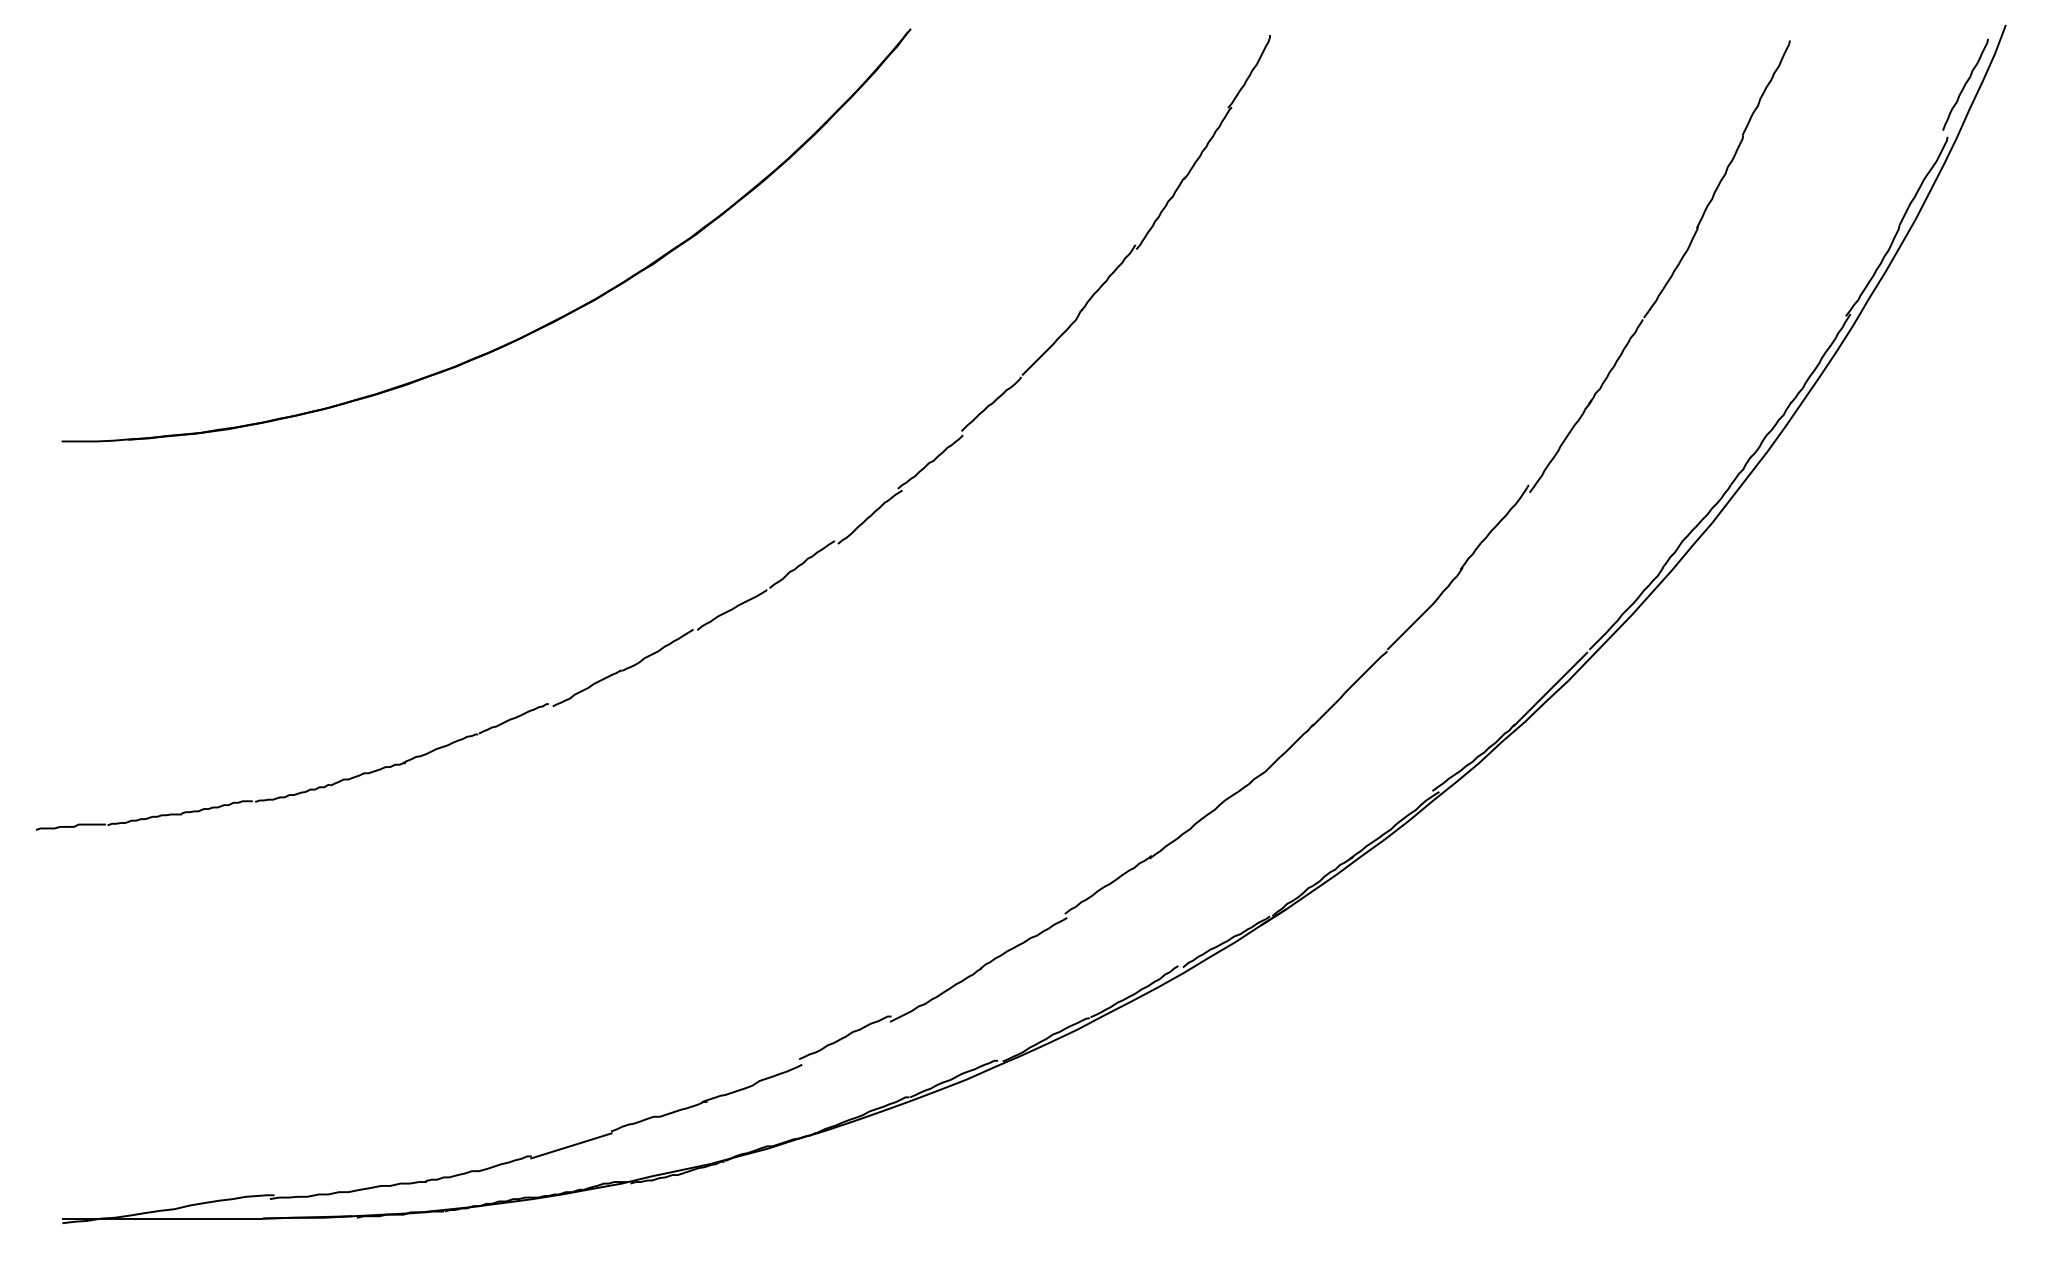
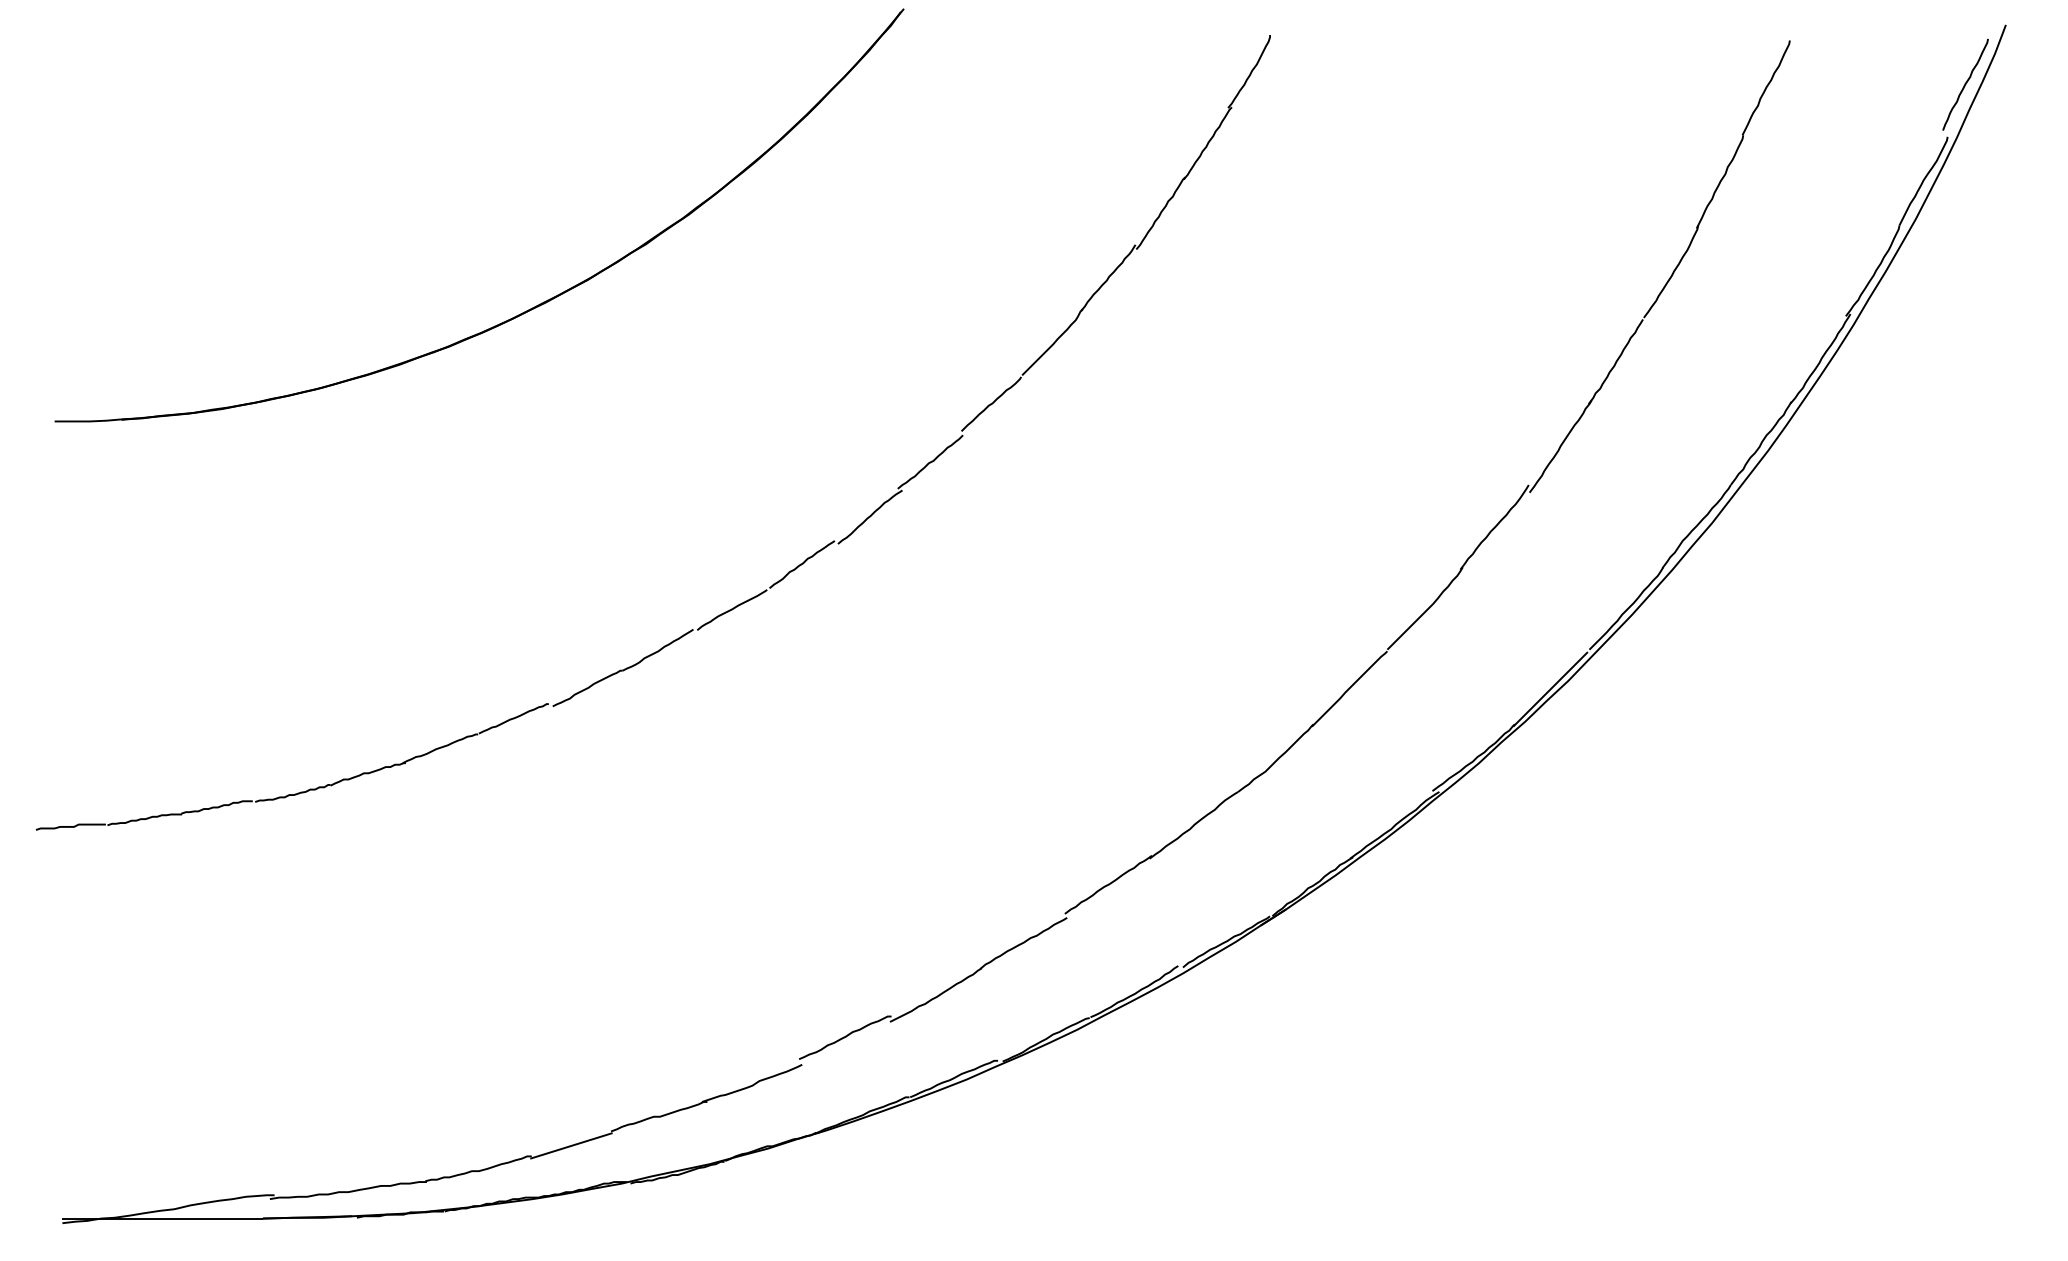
part at (533, 330) position: (533, 330) -> (526, 310)
